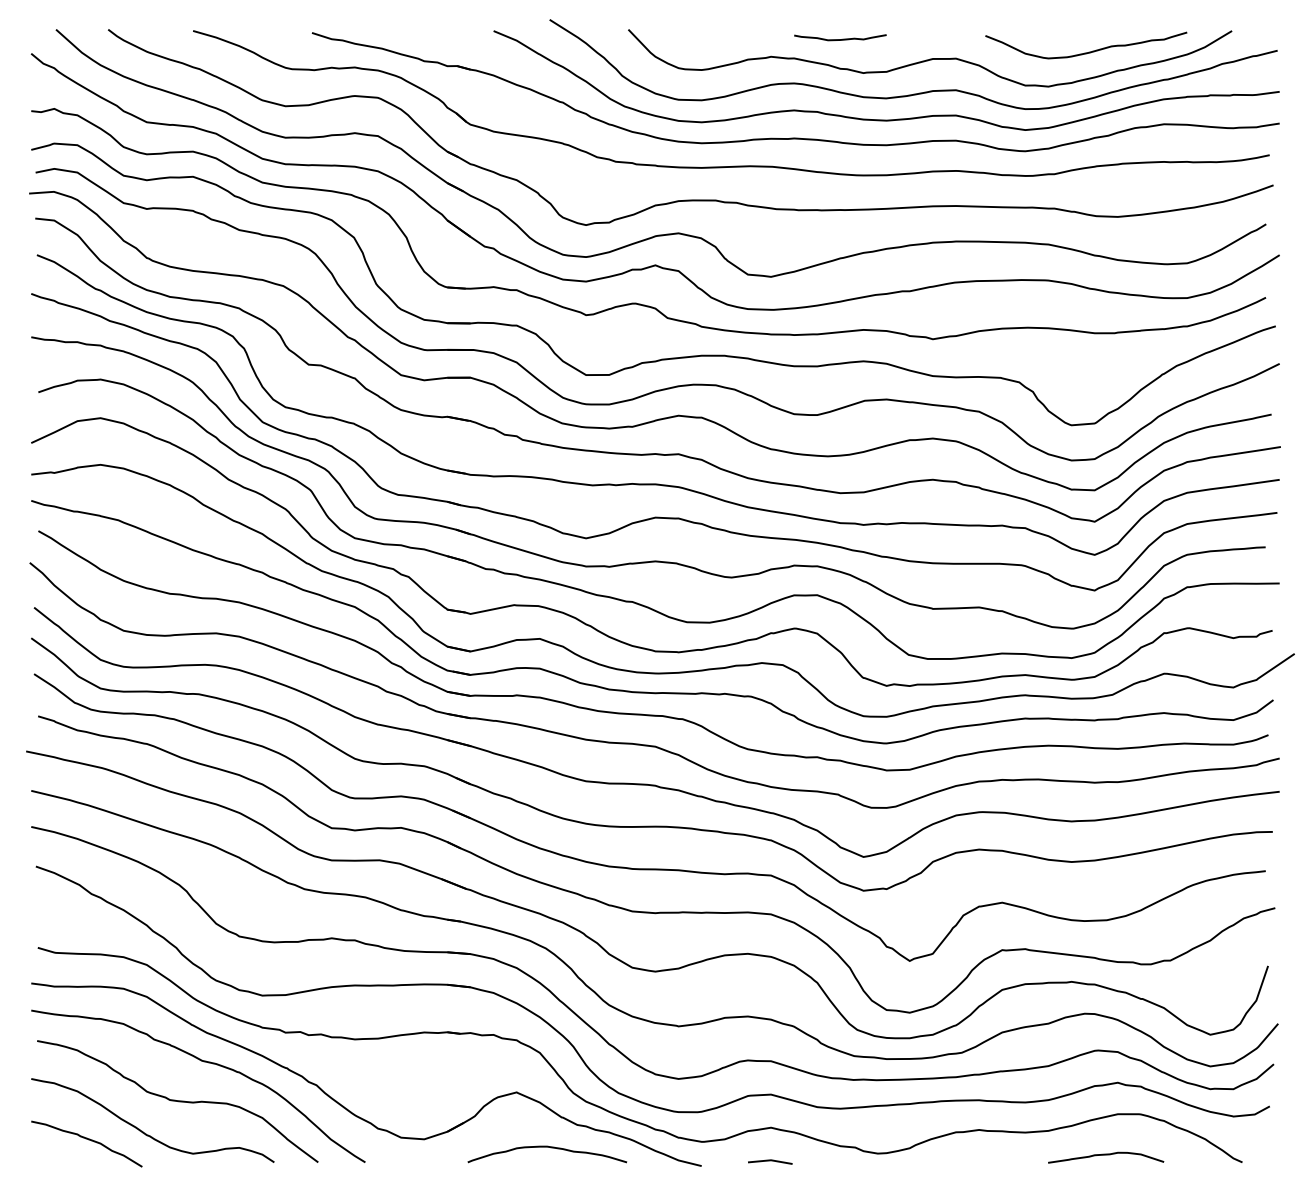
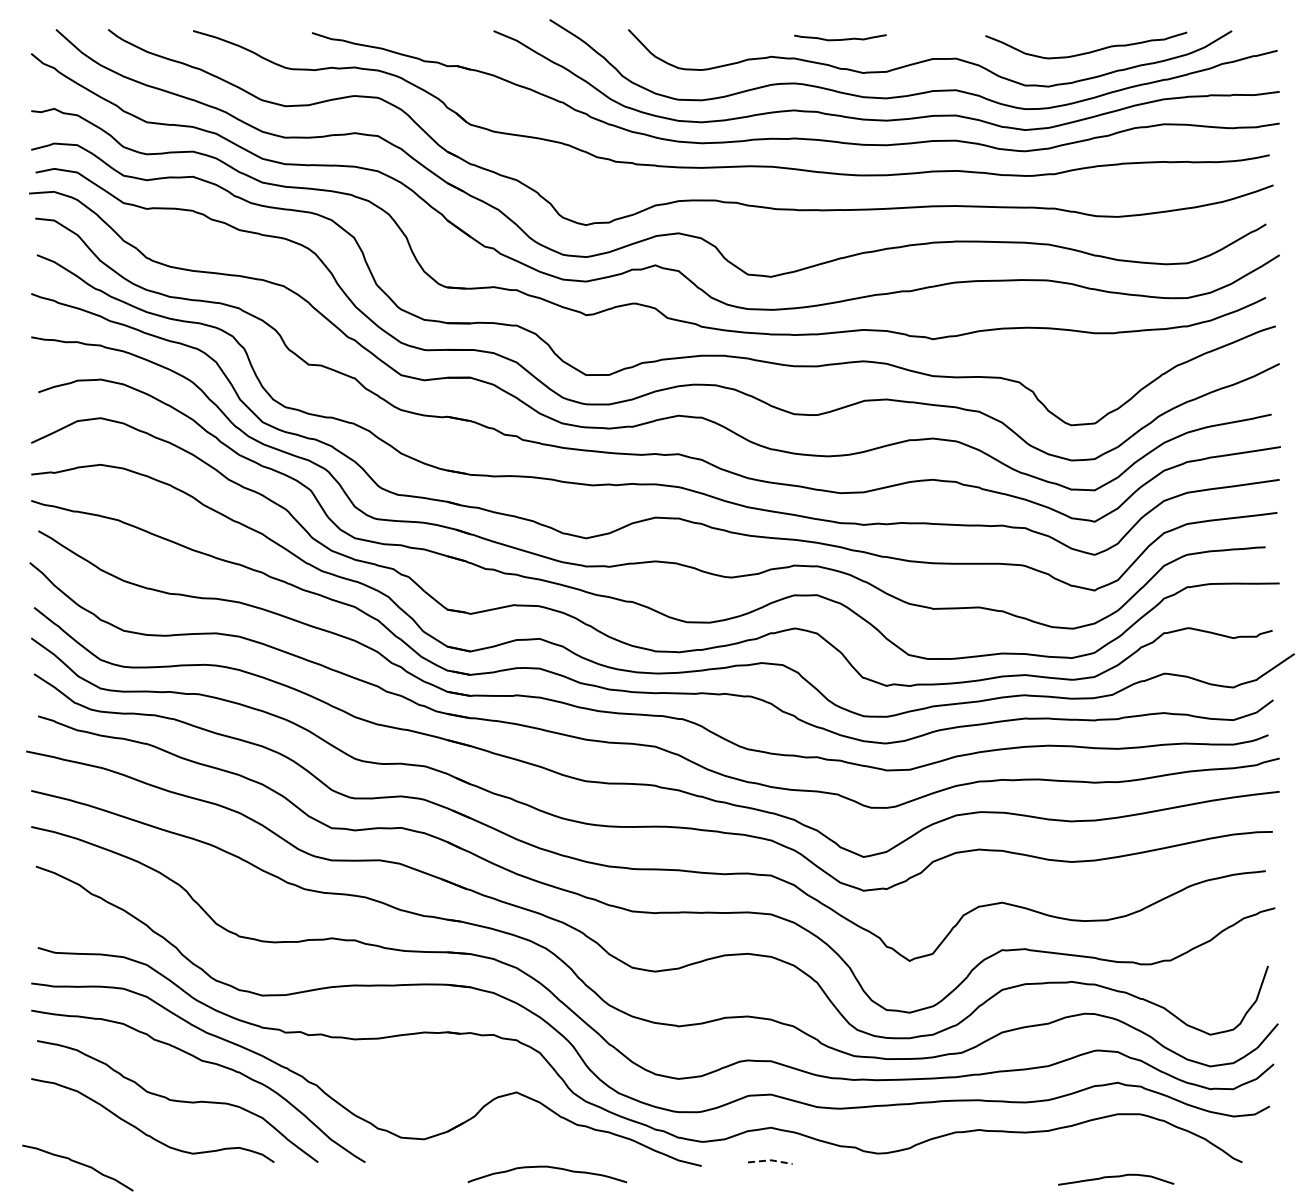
curve at (88, 1140) position: (88, 1140) -> (79, 1164)
curve at (550, 1148) position: (550, 1148) -> (550, 1168)
curve at (1106, 1155) position: (1106, 1155) -> (1116, 1177)
line at (771, 1160): solid -> dashed
